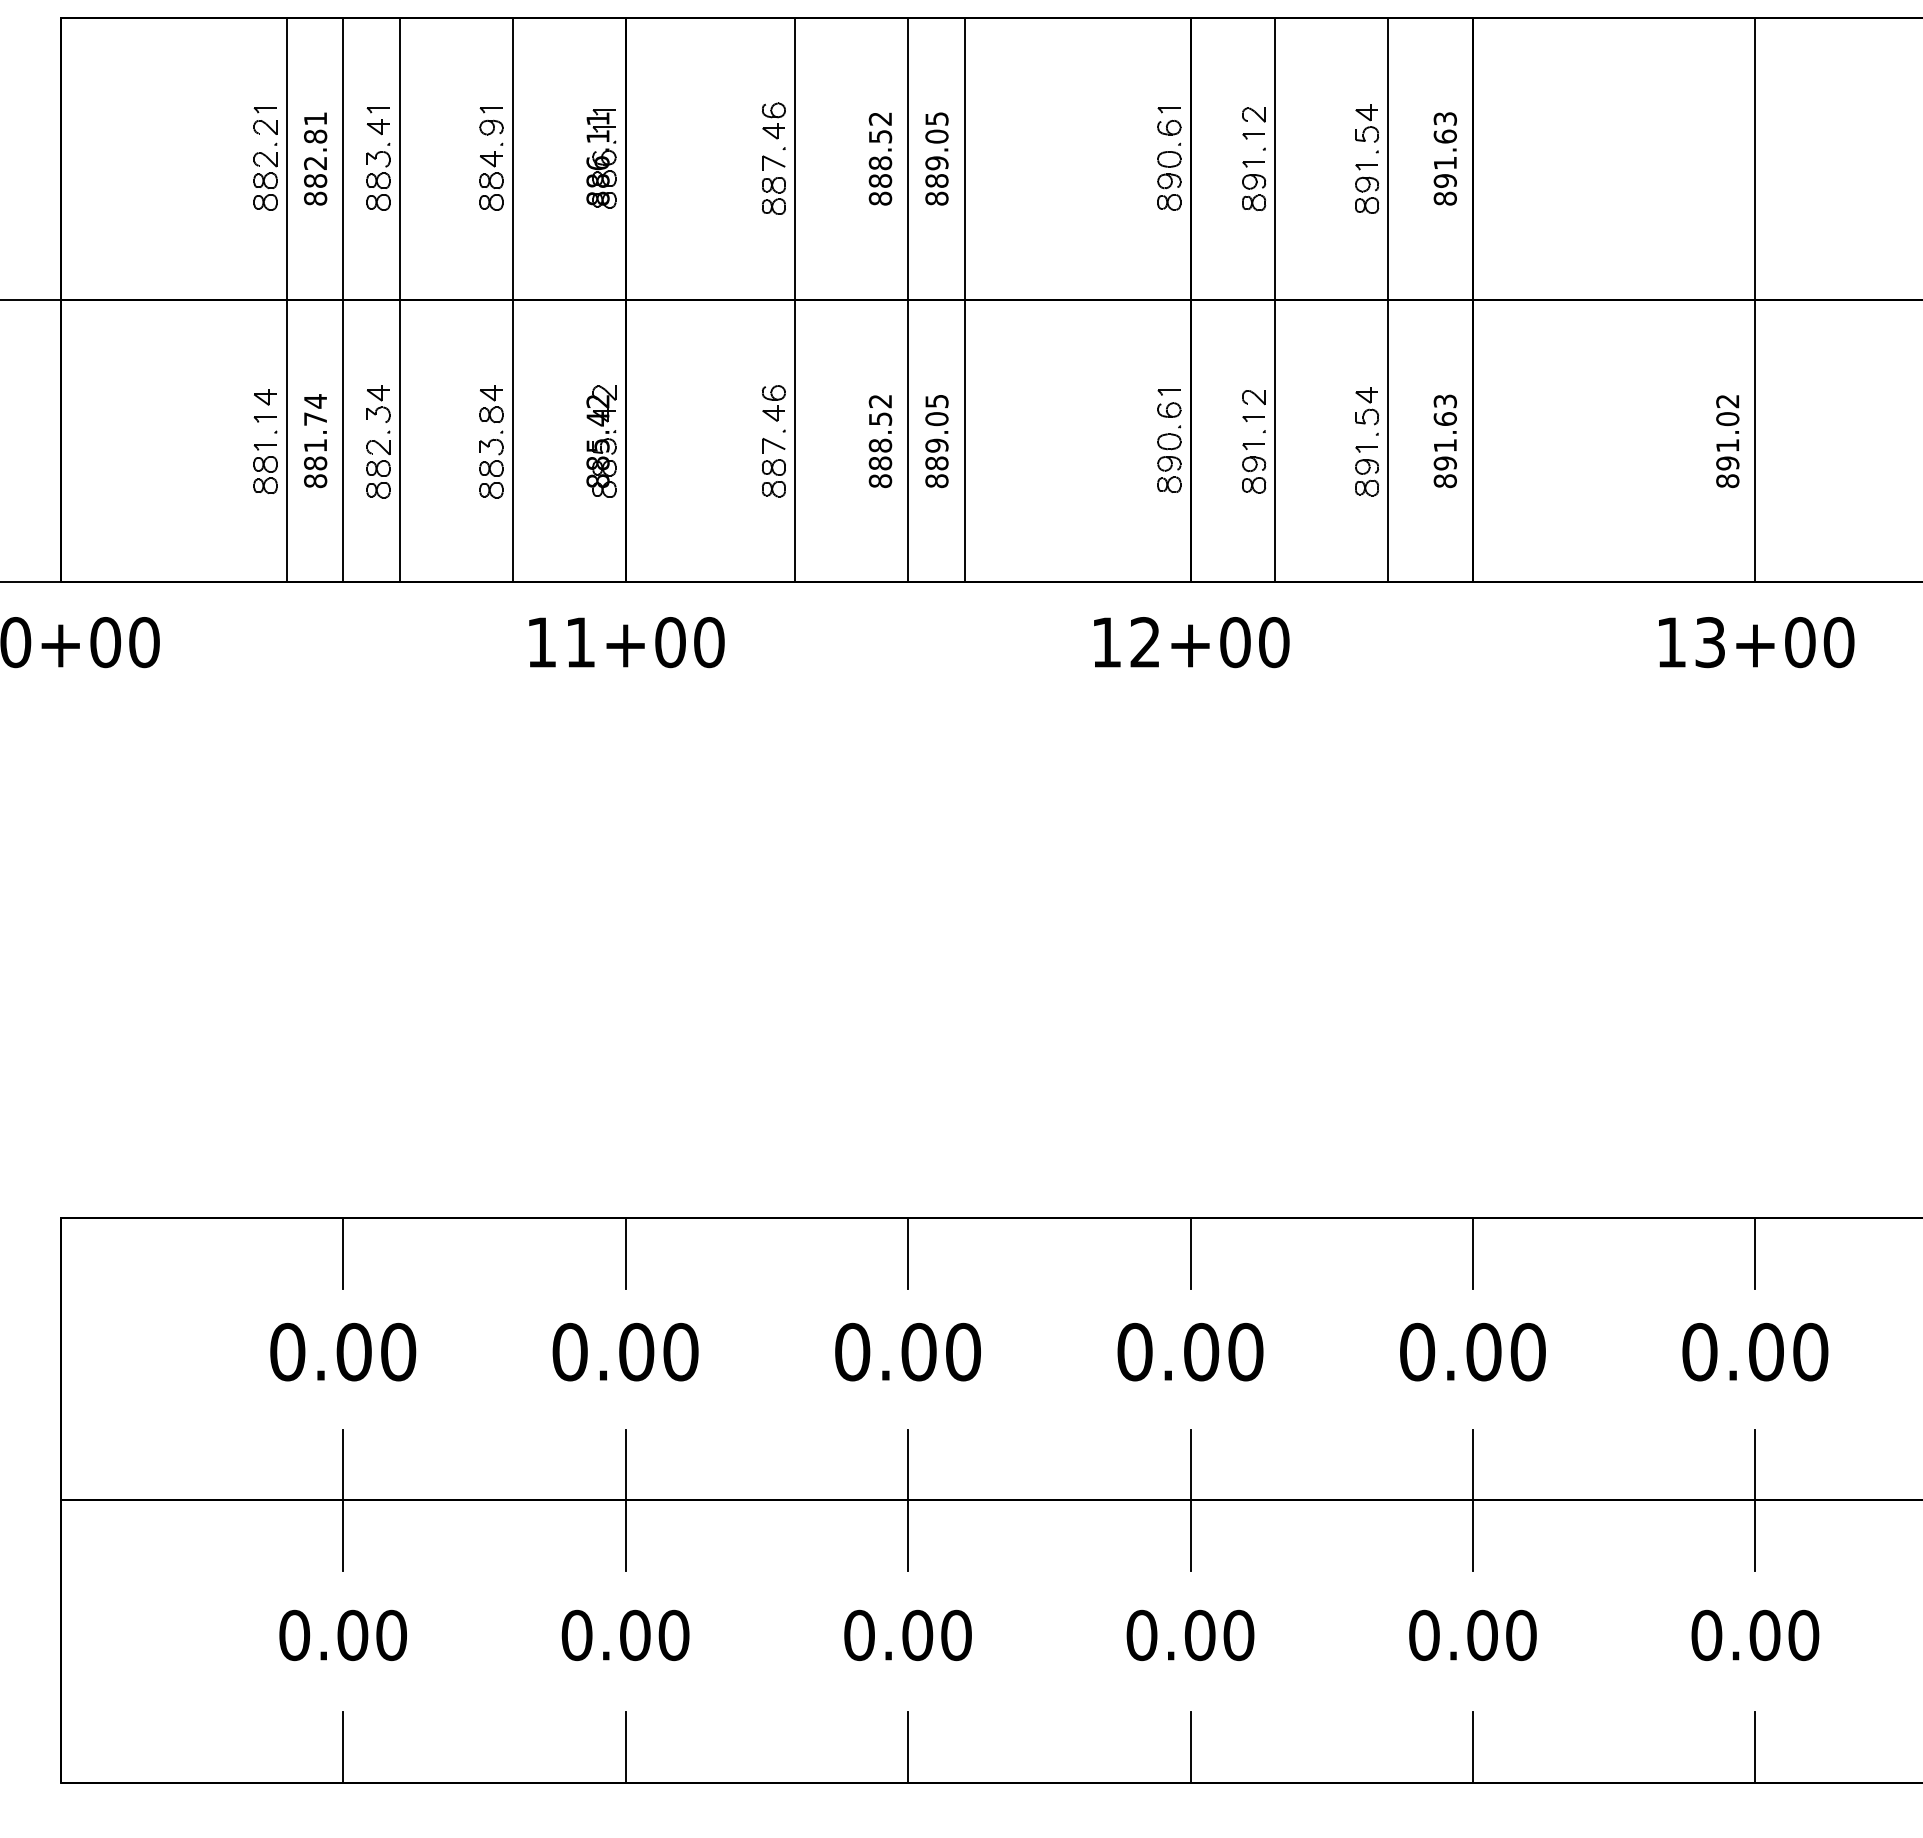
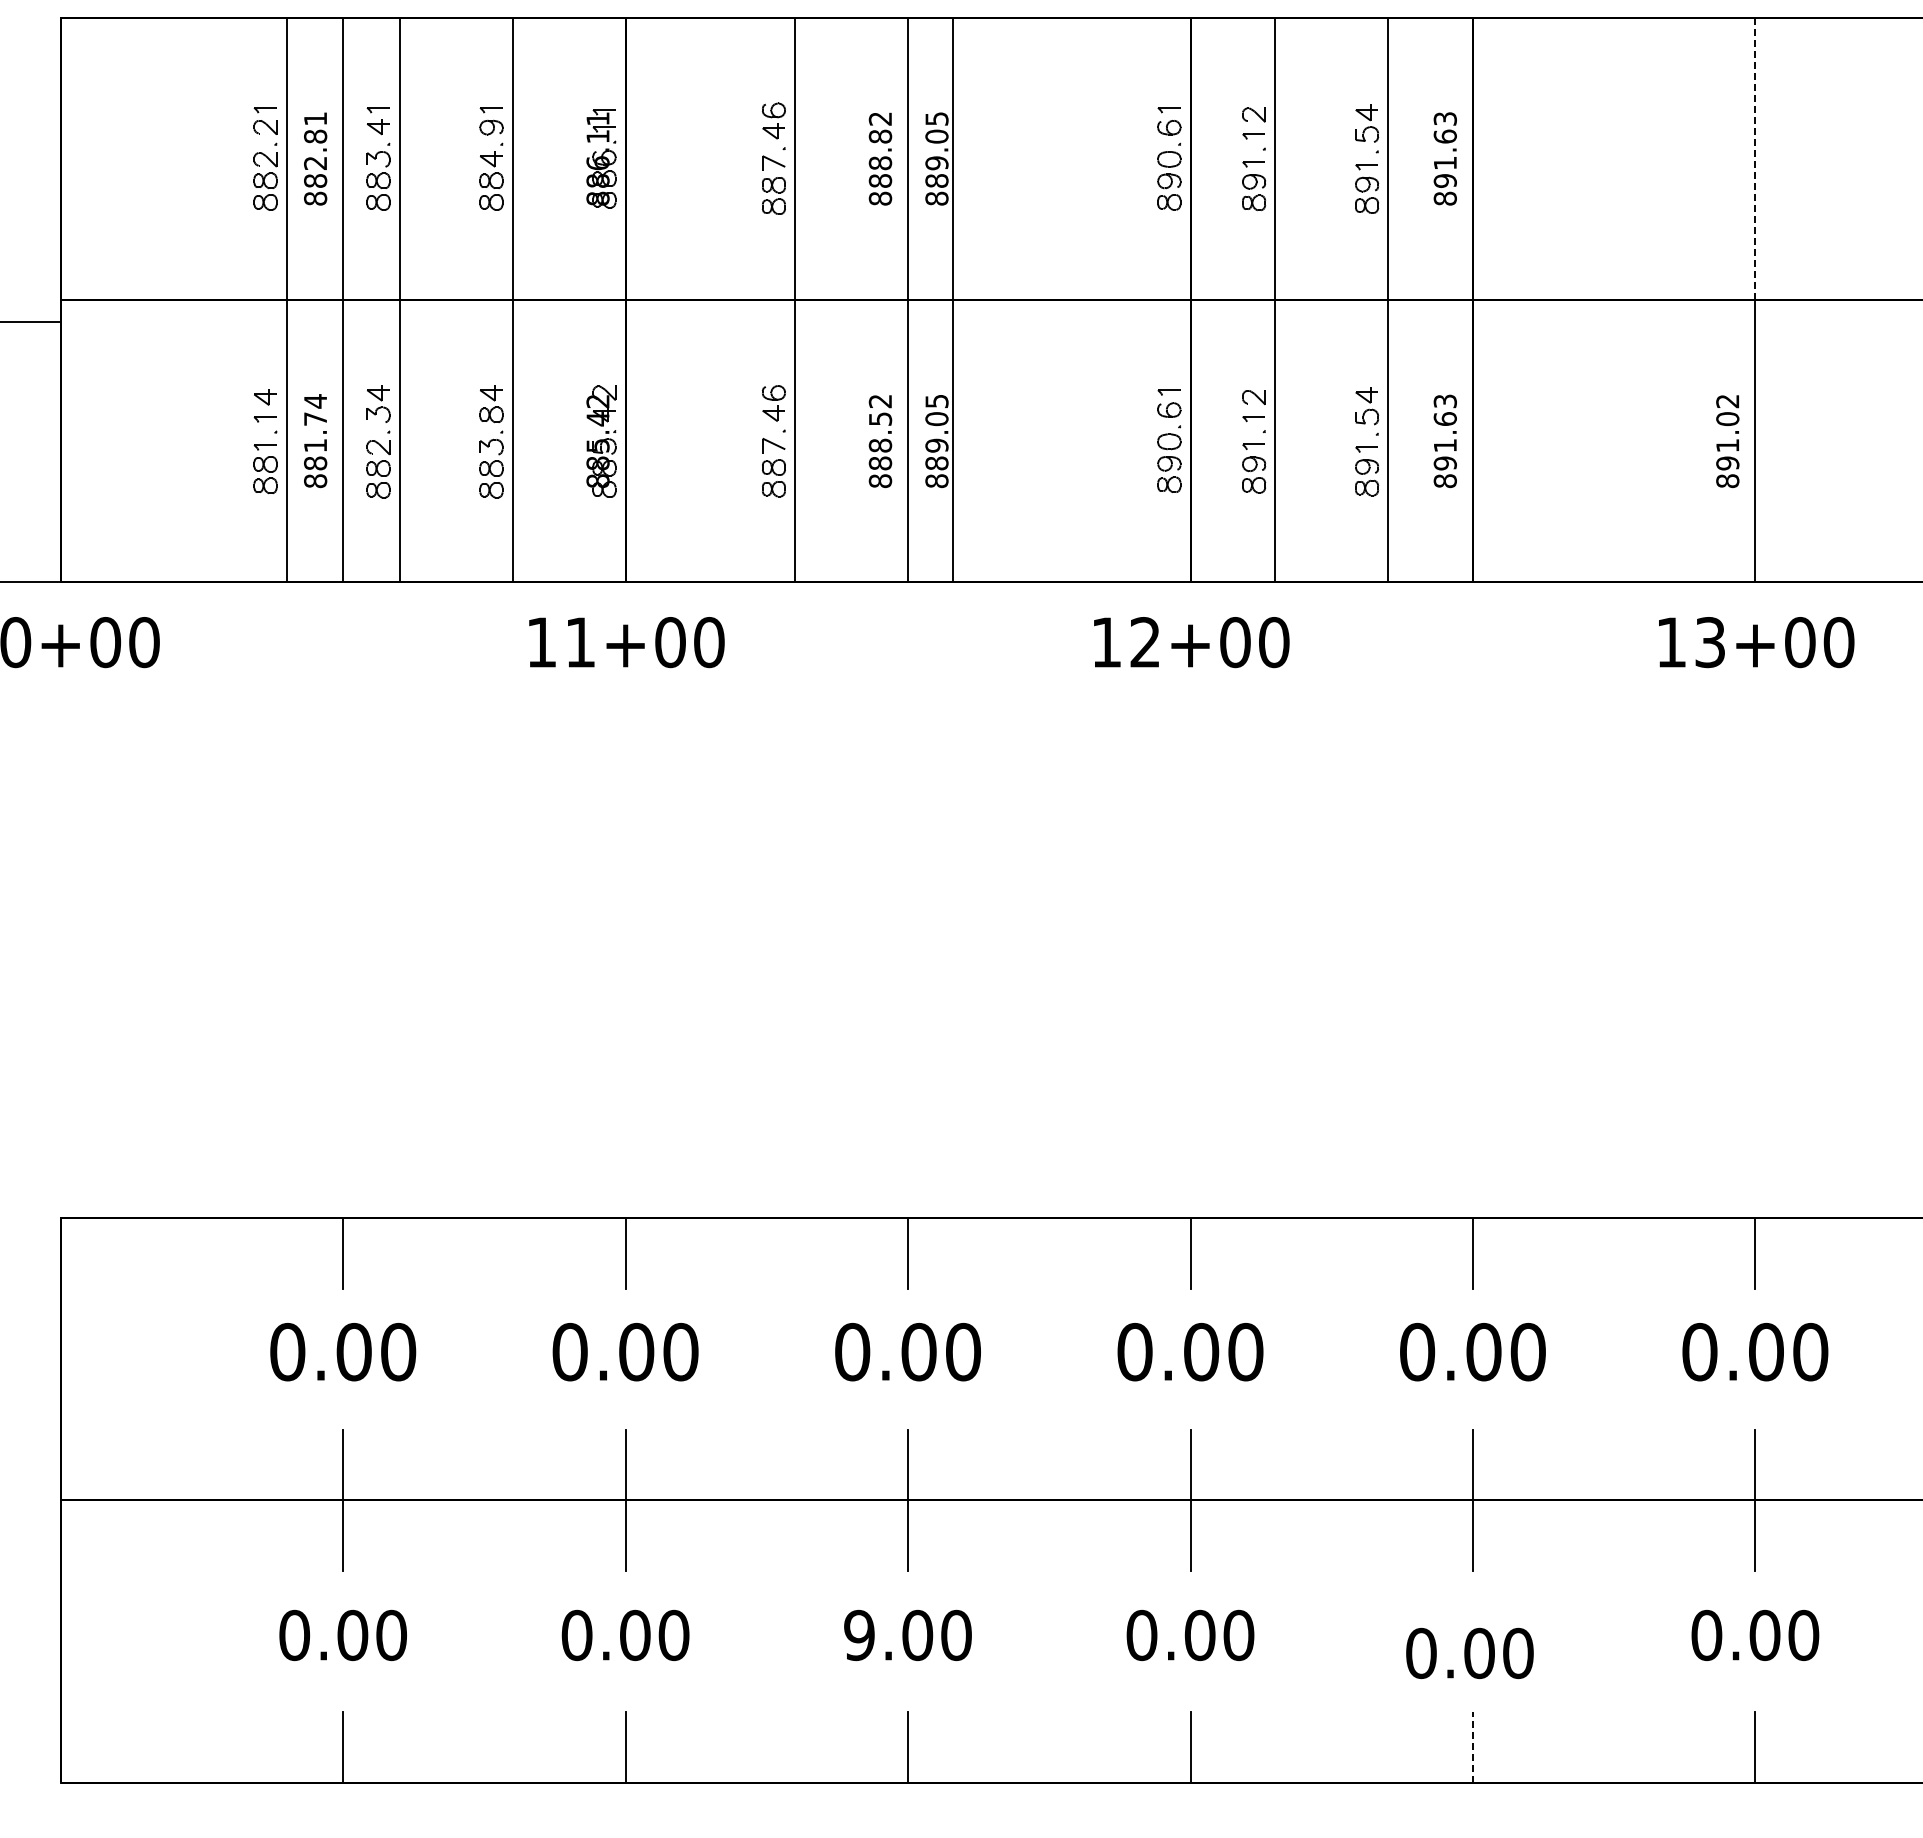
text at (880, 136): 888.52 -> 888.82
line at (1755, 158): solid -> dashed
line at (964, 299) position: (964, 299) -> (952, 299)
line at (31, 300) position: (31, 300) -> (31, 322)
text at (859, 1635): 0.00 -> 9.00
text at (1472, 1635) position: (1472, 1635) -> (1469, 1653)
line at (1472, 1747): solid -> dashed
